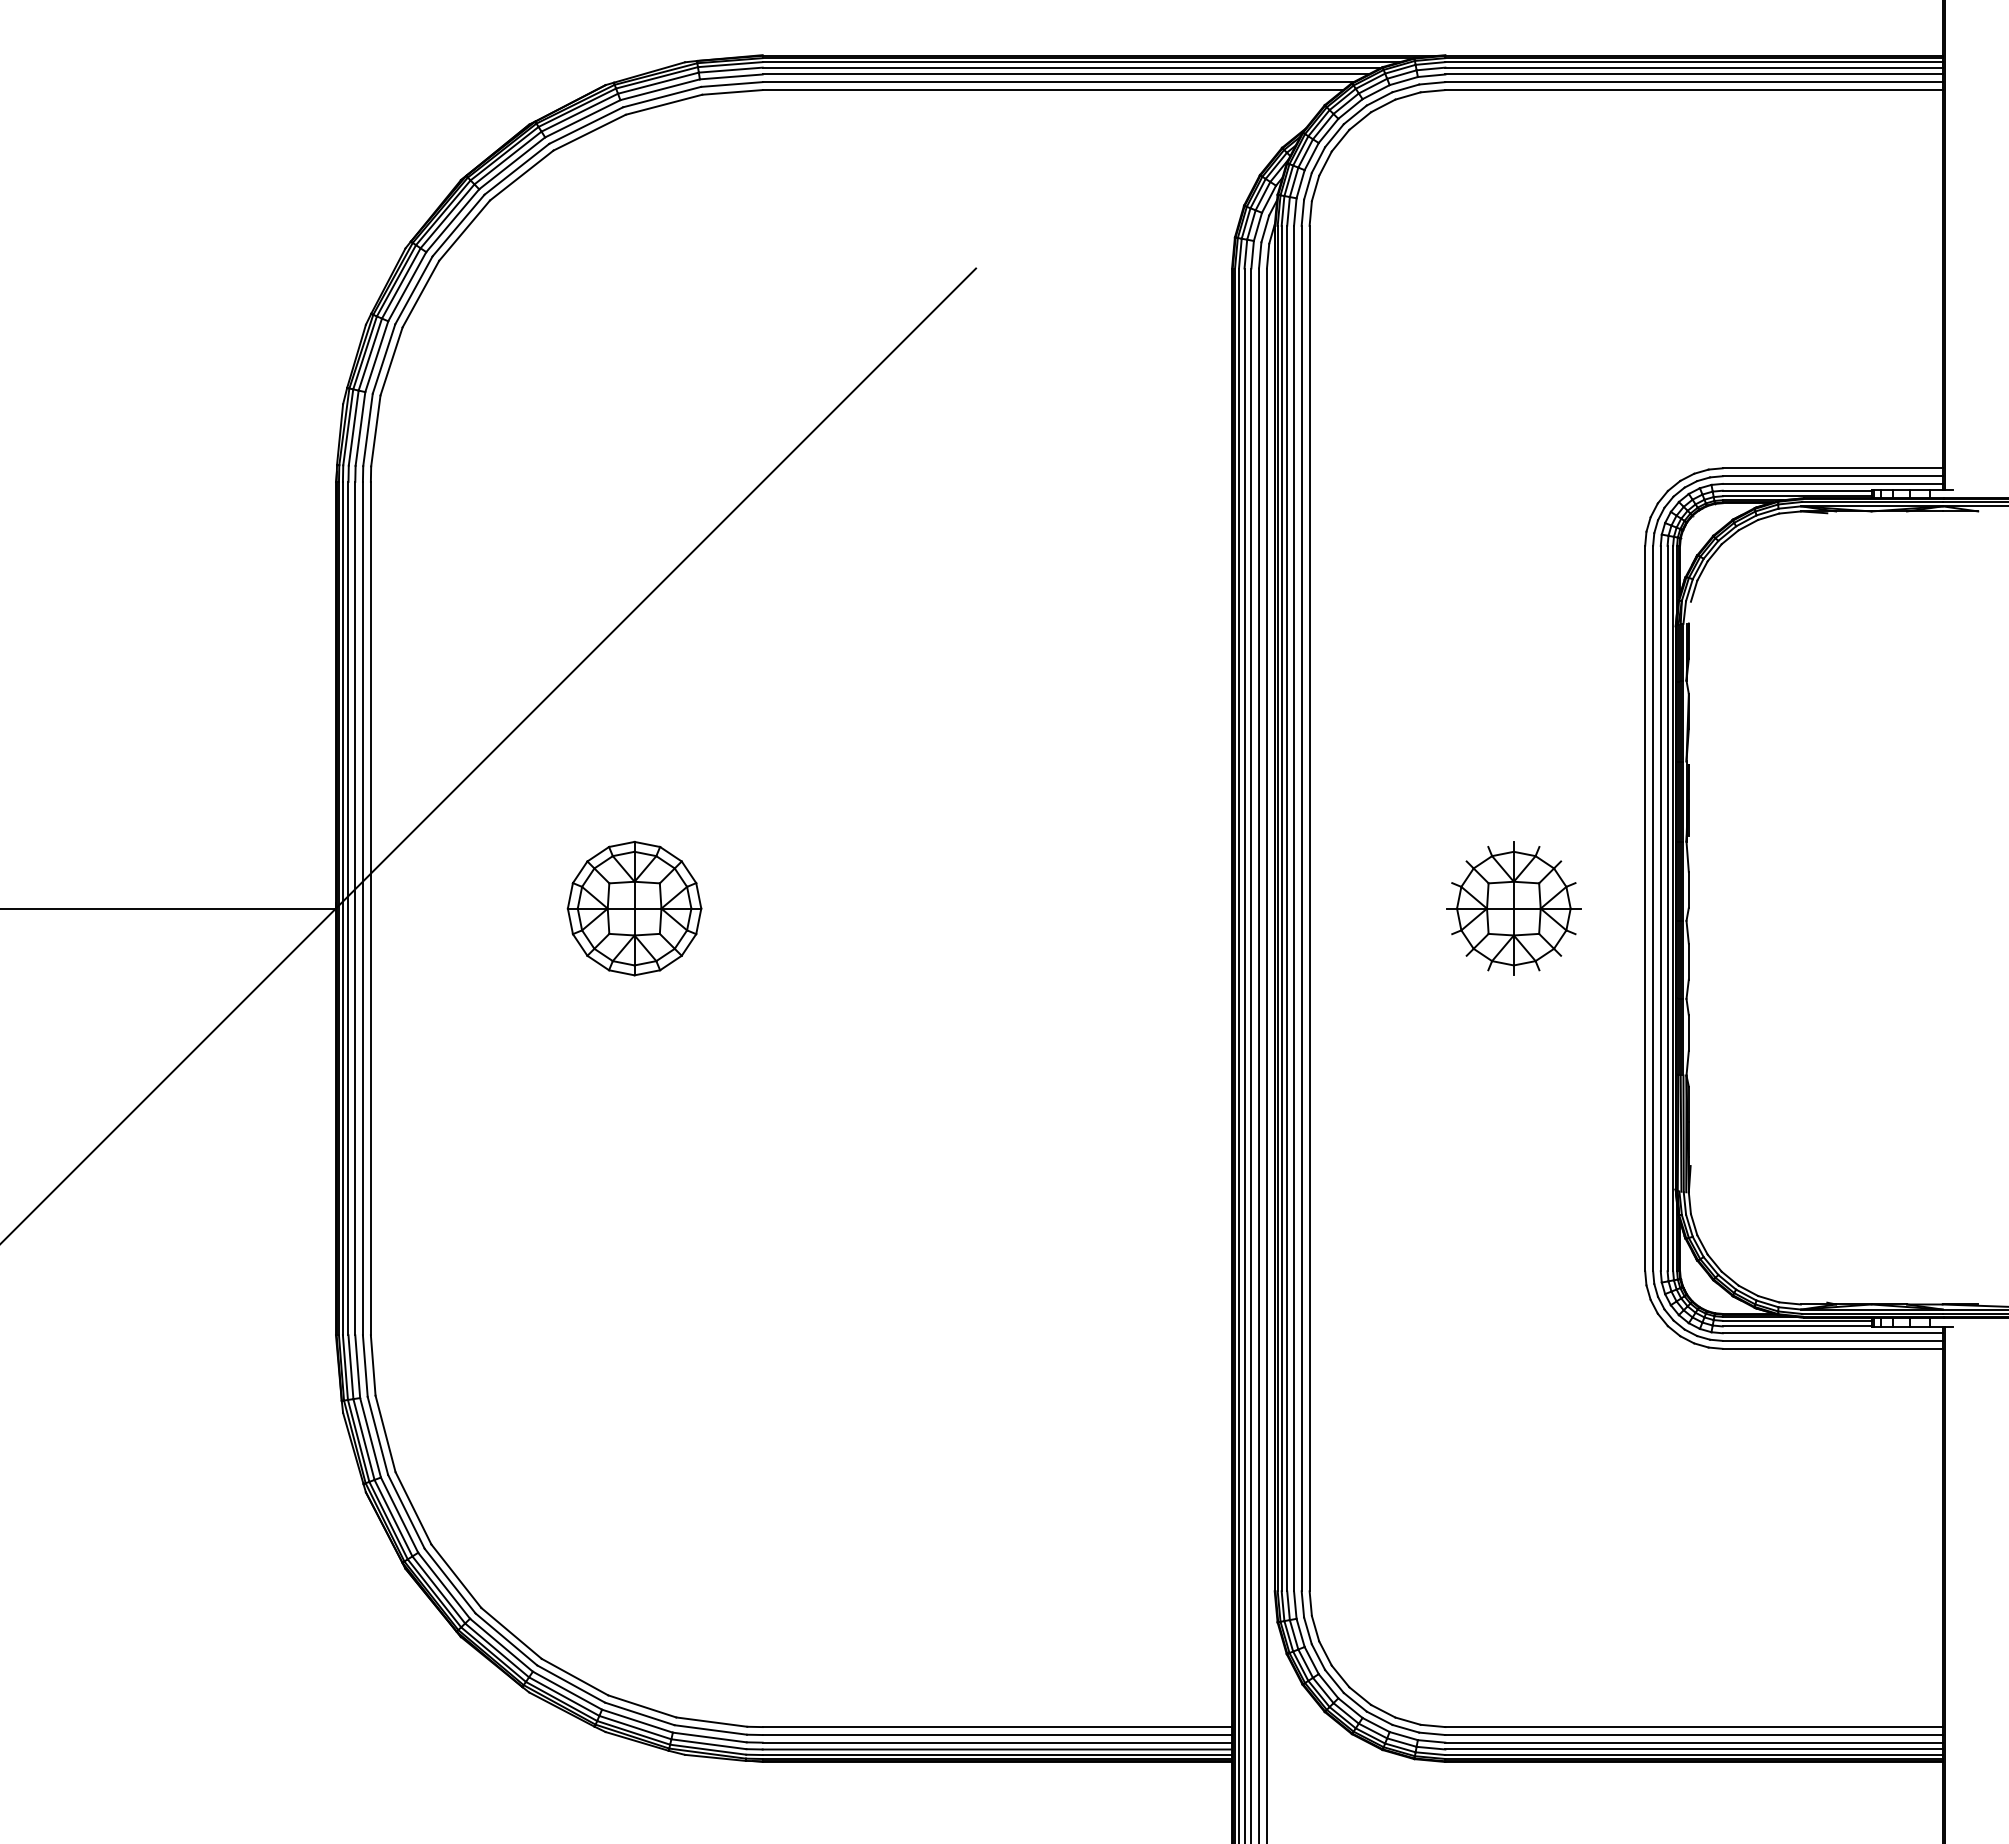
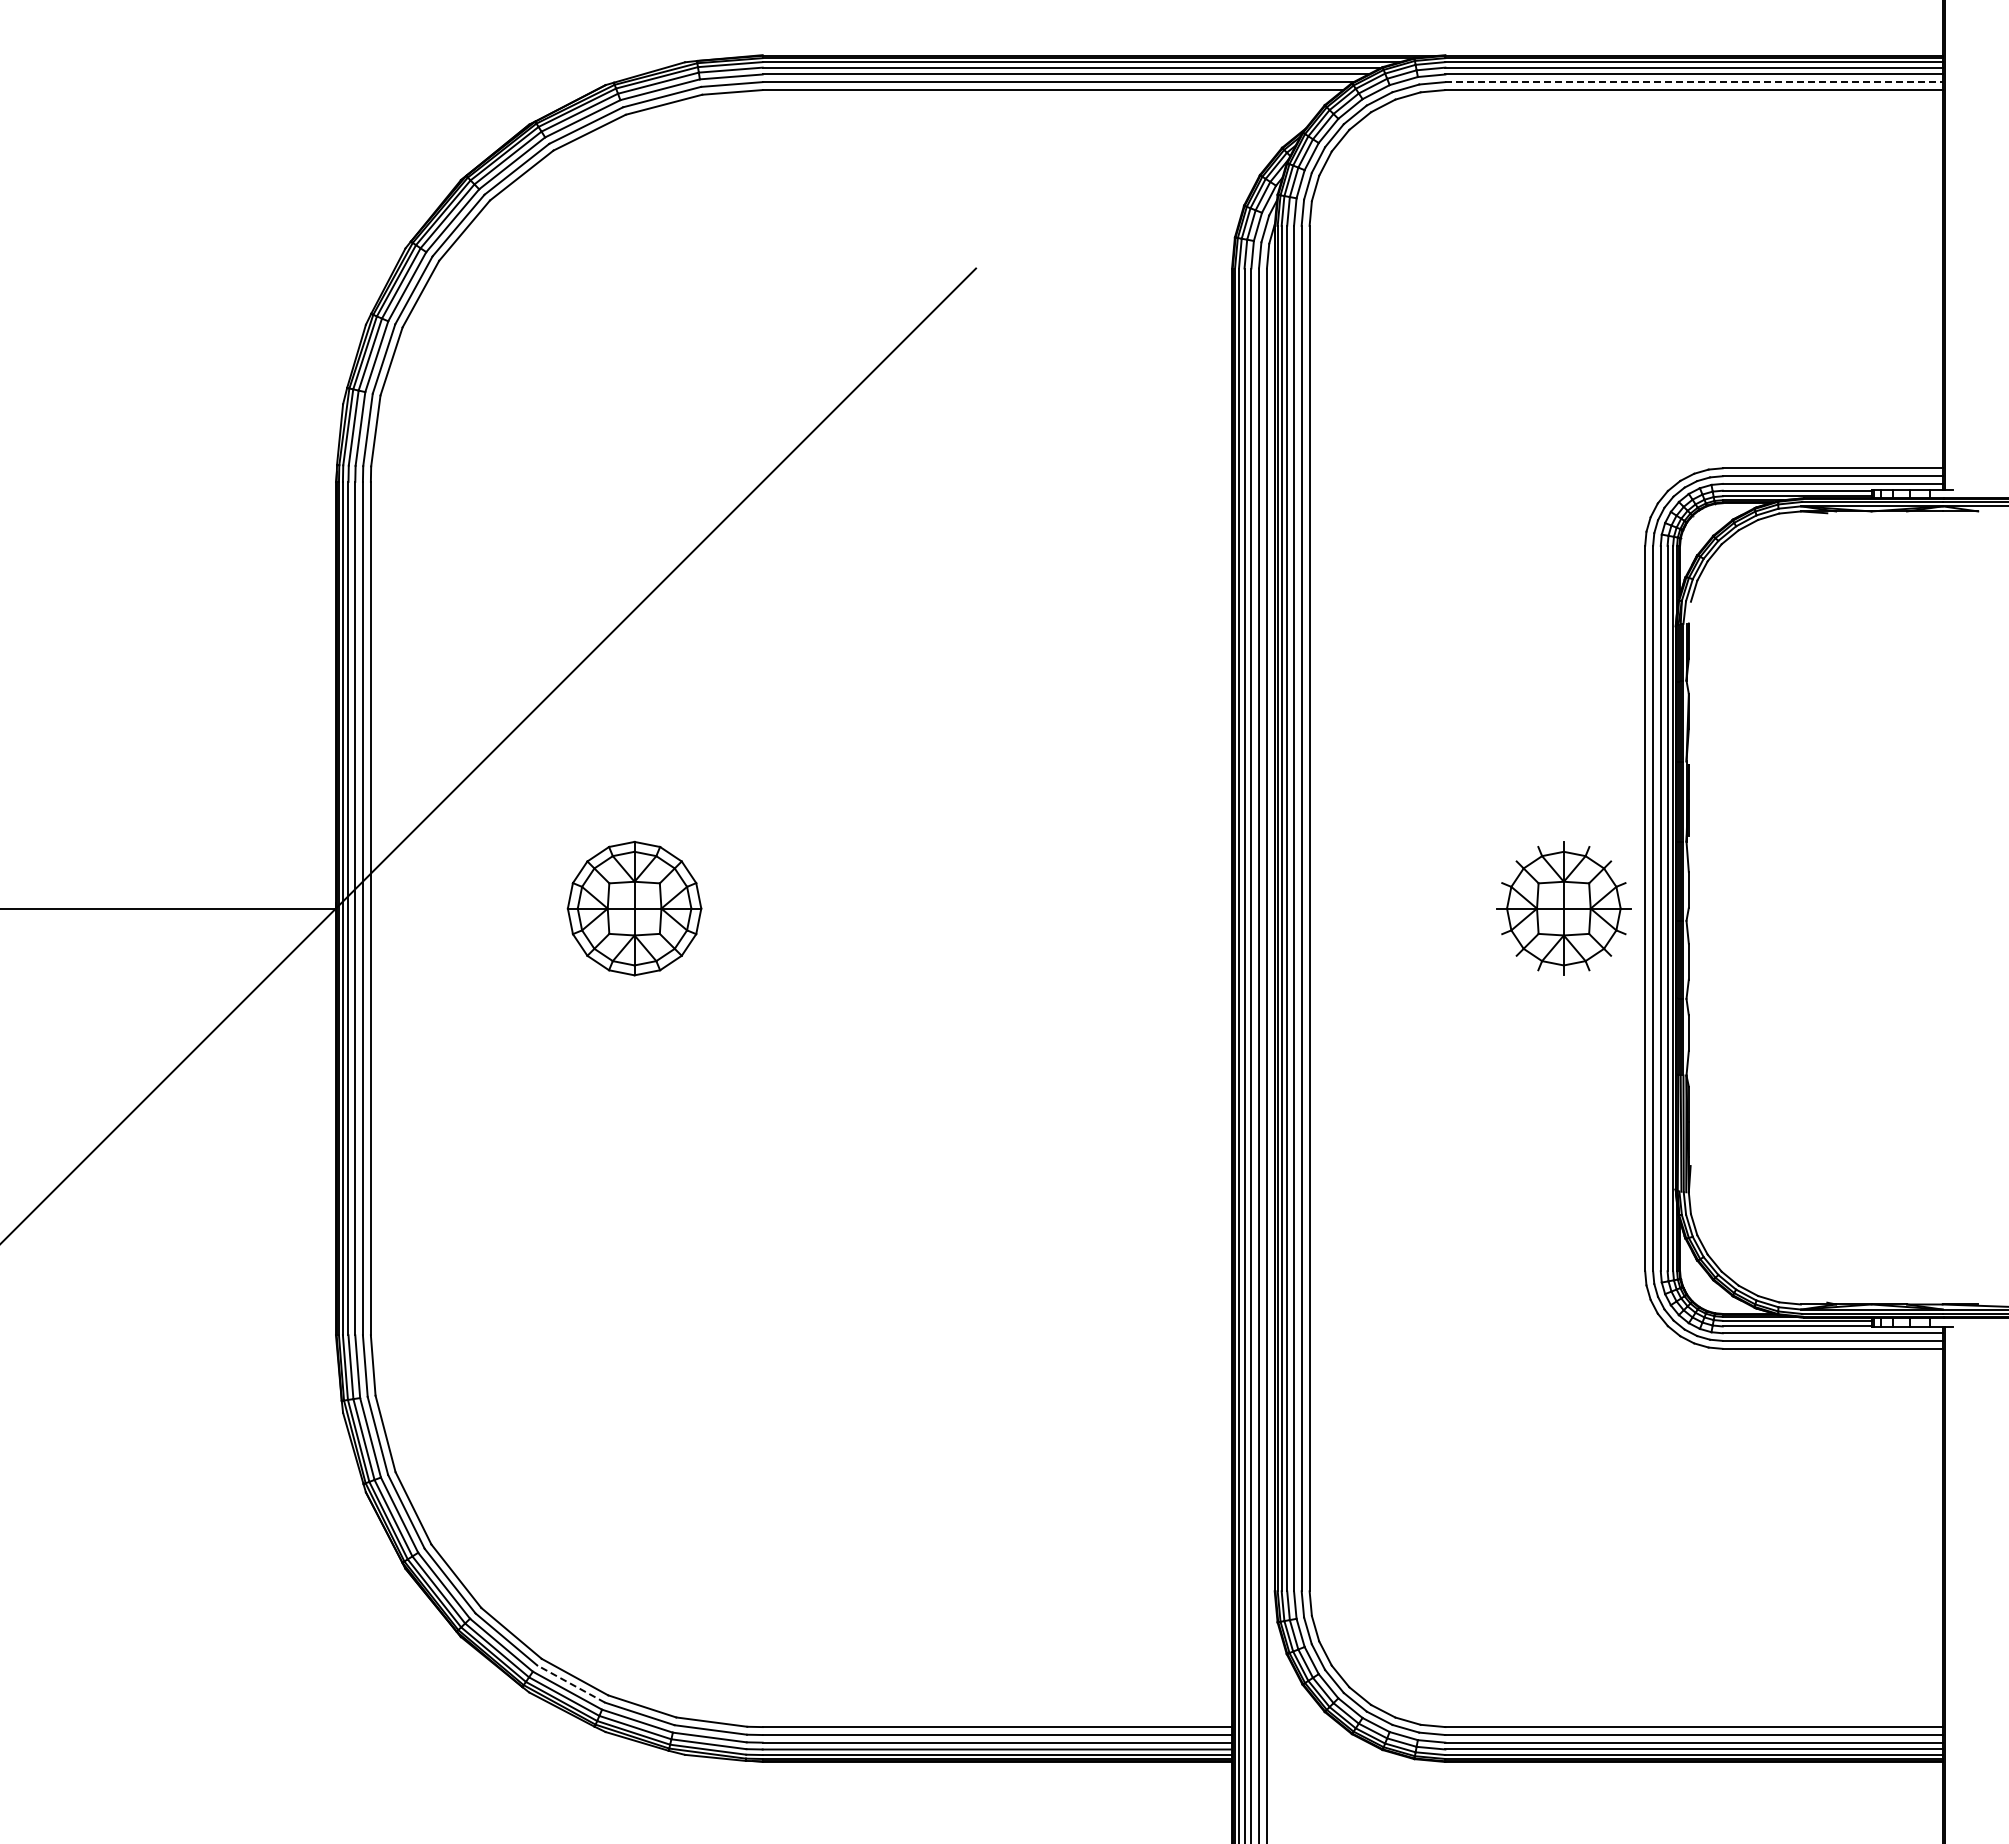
line at (1693, 82): solid -> dashed
part at (1513, 908) position: (1513, 908) -> (1563, 908)
line at (571, 1684): solid -> dashed
